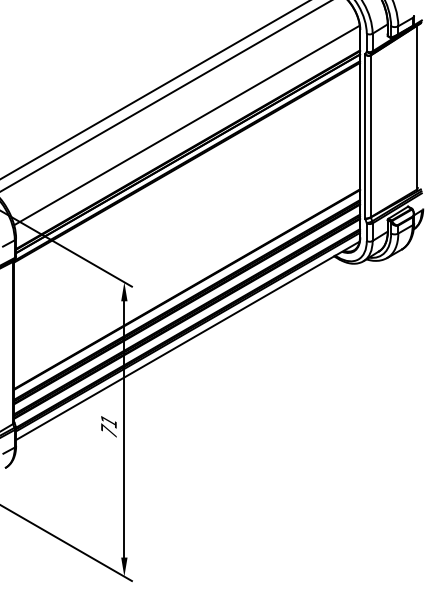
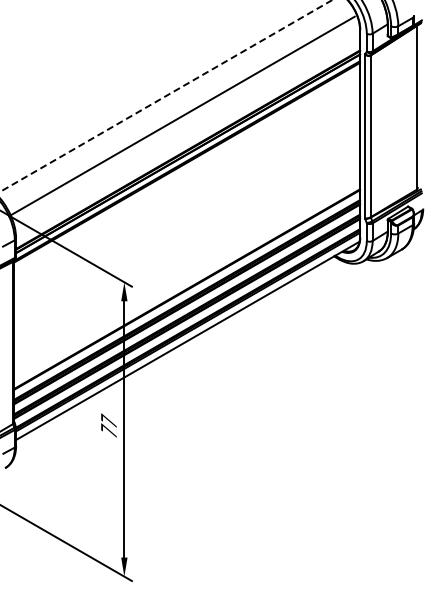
line at (154, 90): present -> none
line at (166, 96): solid -> dashed
line at (186, 125) position: (186, 125) -> (181, 116)
text at (108, 420): 71 -> 77
